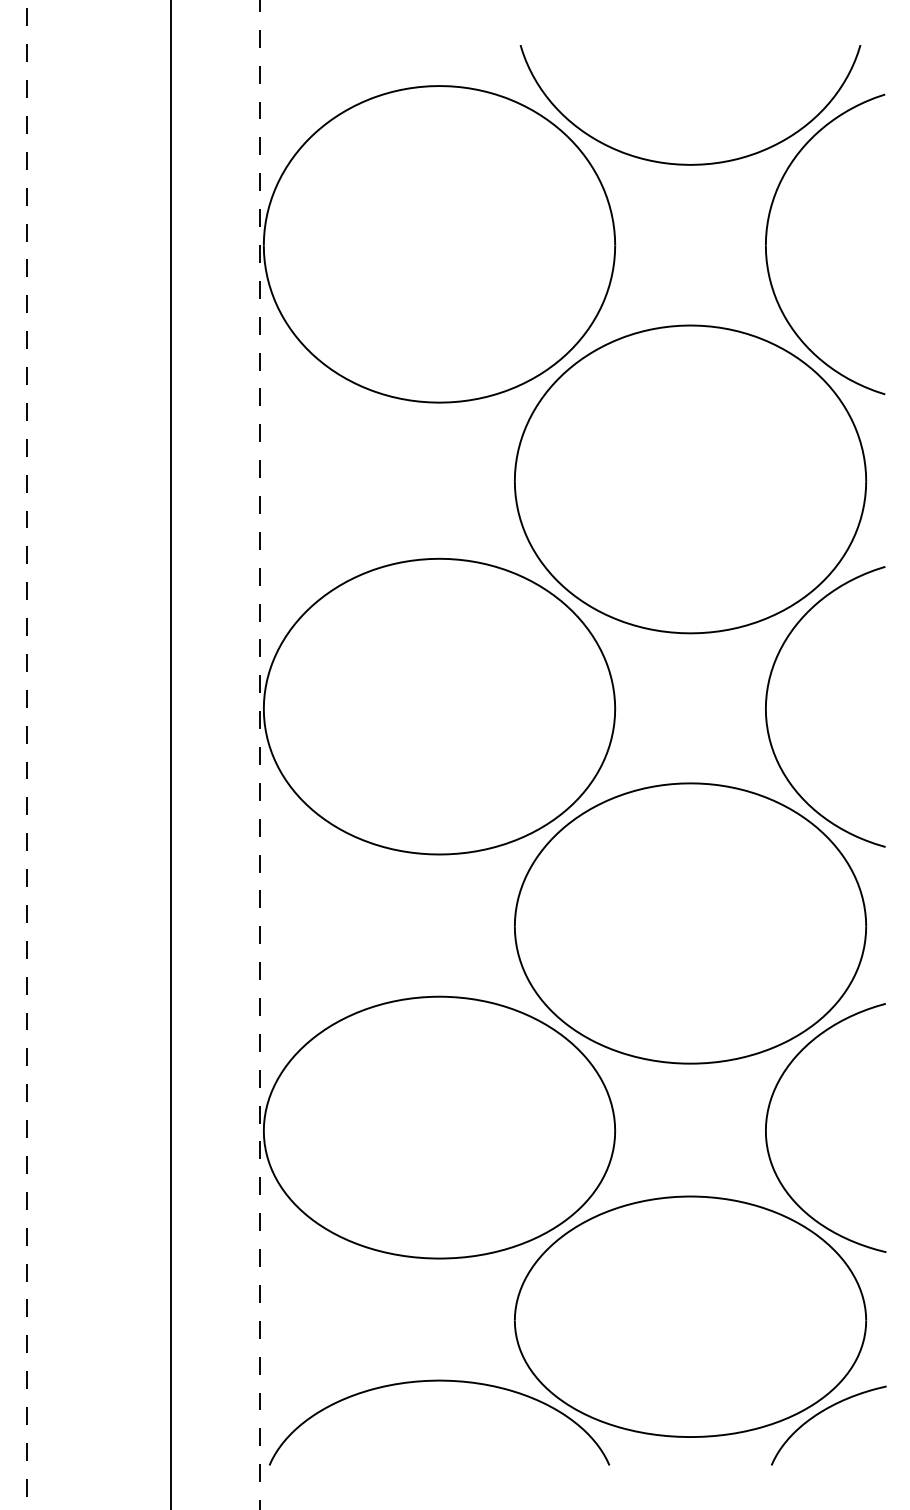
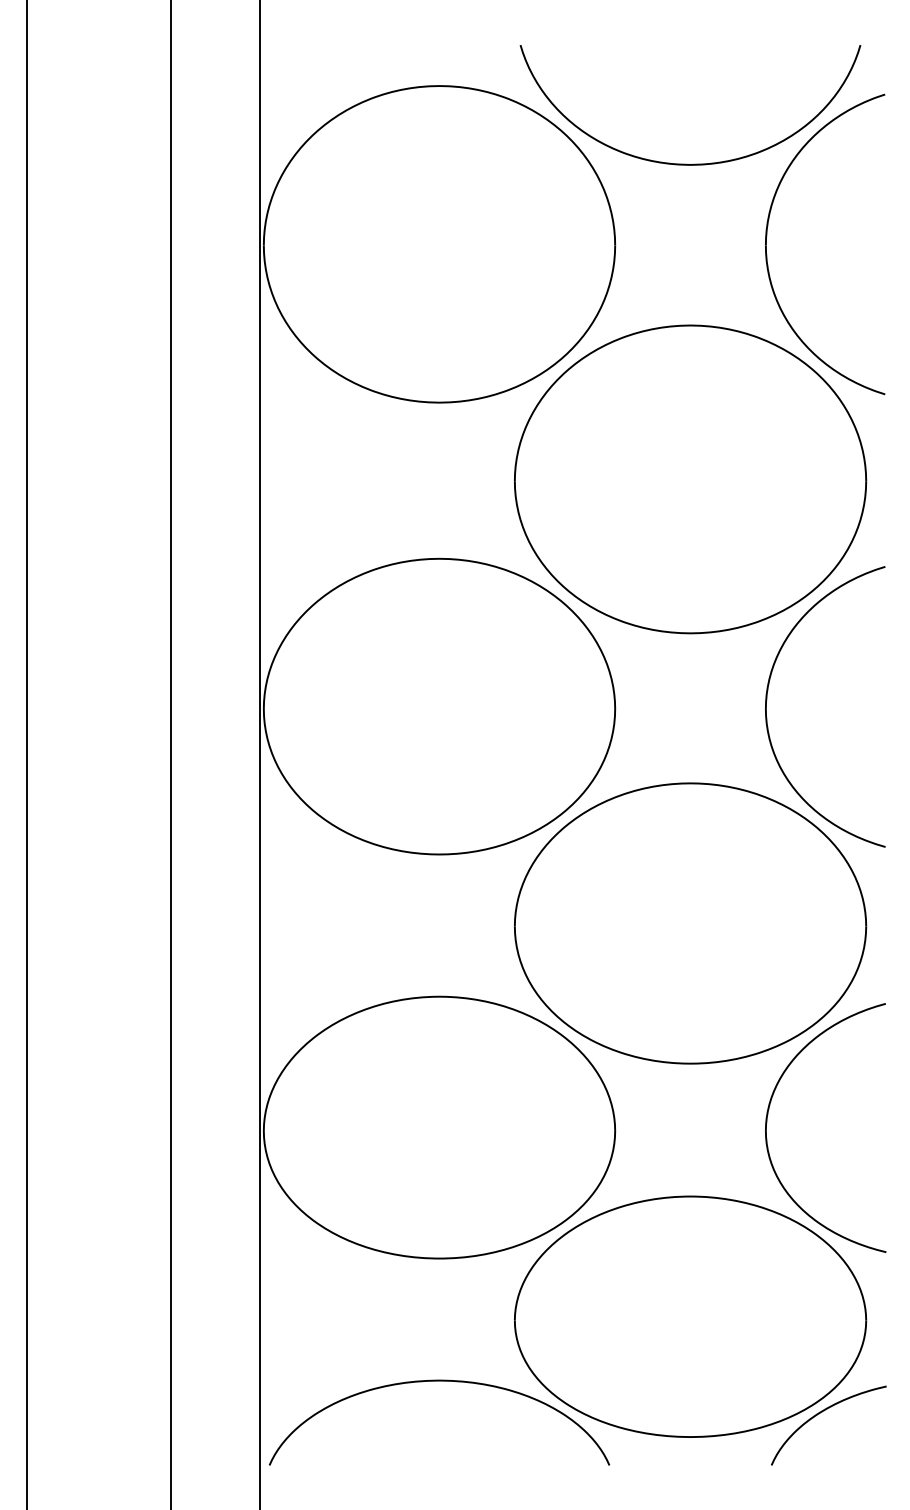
line at (27, 754): dashed -> solid
line at (260, 754): dashed -> solid
